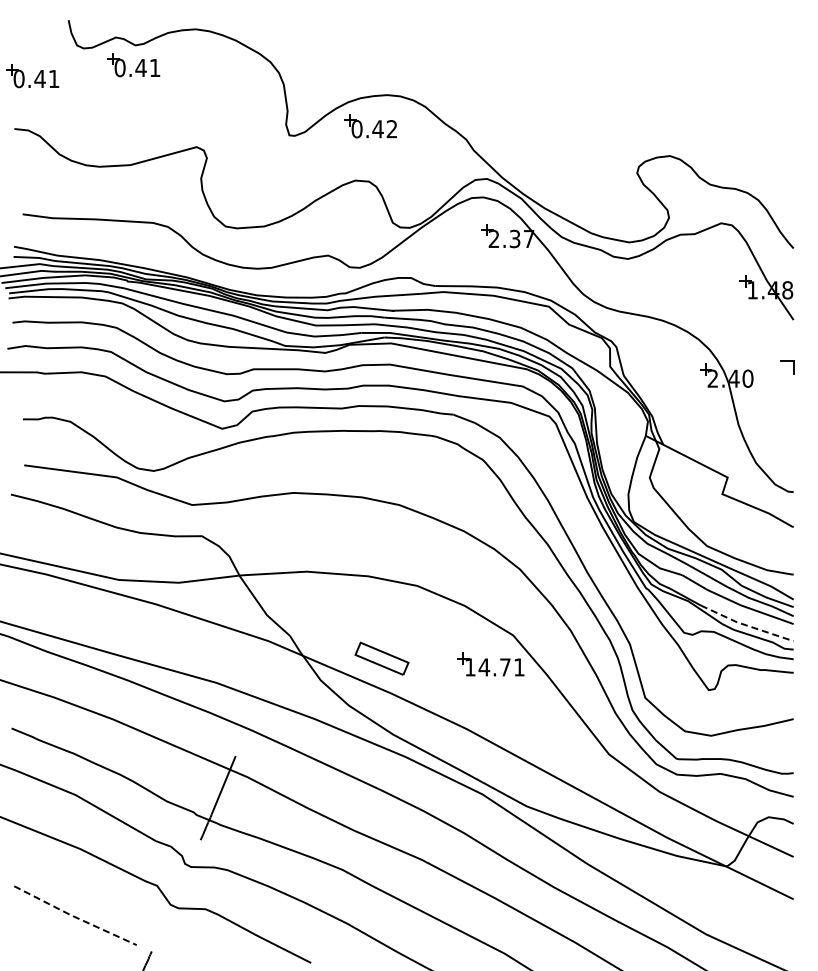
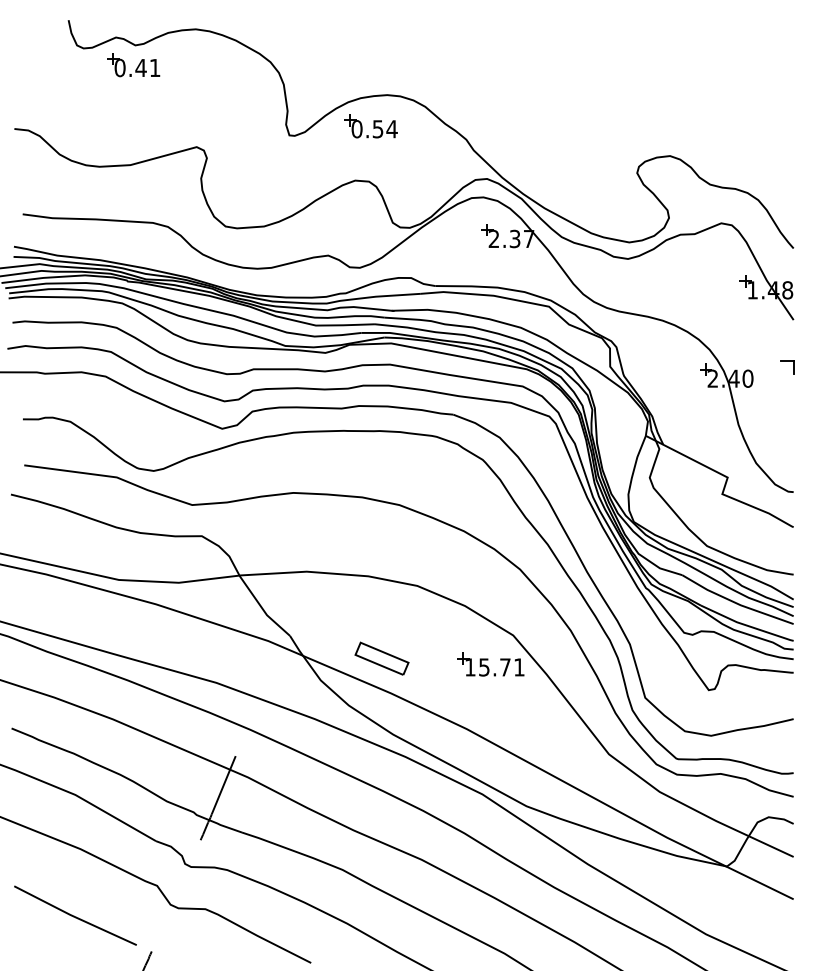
part at (32, 76): present -> none
text at (384, 129): 0.42 -> 0.54
line at (747, 625): dashed -> solid
text at (484, 667): 14.71 -> 15.71
line at (74, 916): dashed -> solid
